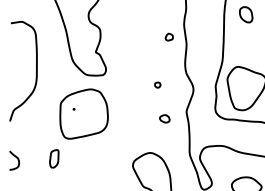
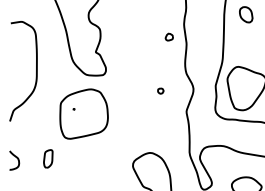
part at (157, 84) position: (157, 84) -> (160, 90)
part at (164, 118): present -> none
part at (54, 158) position: (54, 158) -> (48, 158)
